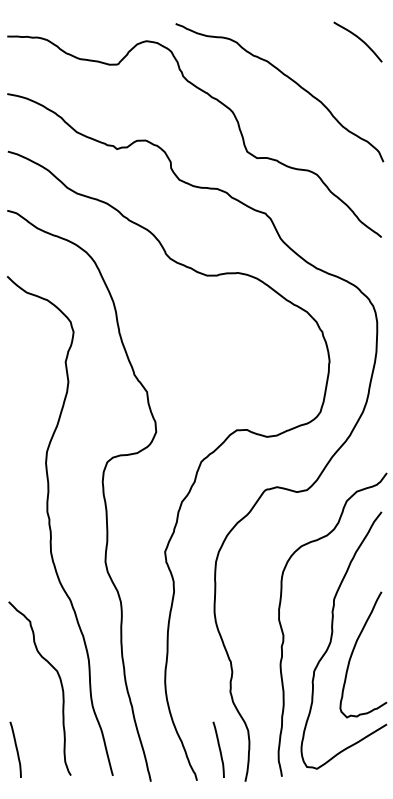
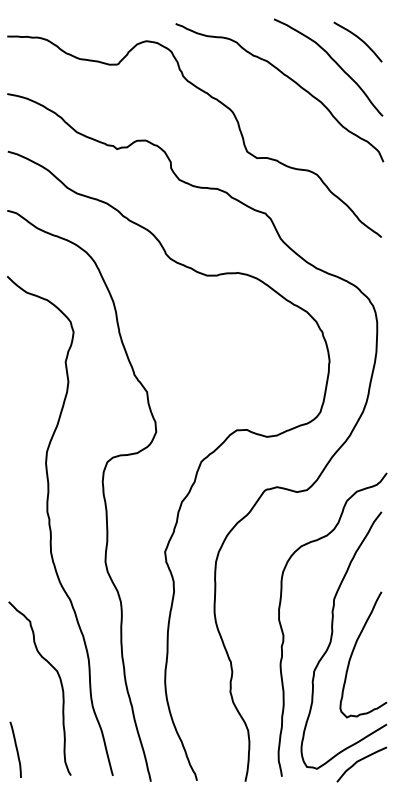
curve at (333, 61): none -> present
curve at (218, 748): present -> none
curve at (360, 761): none -> present
